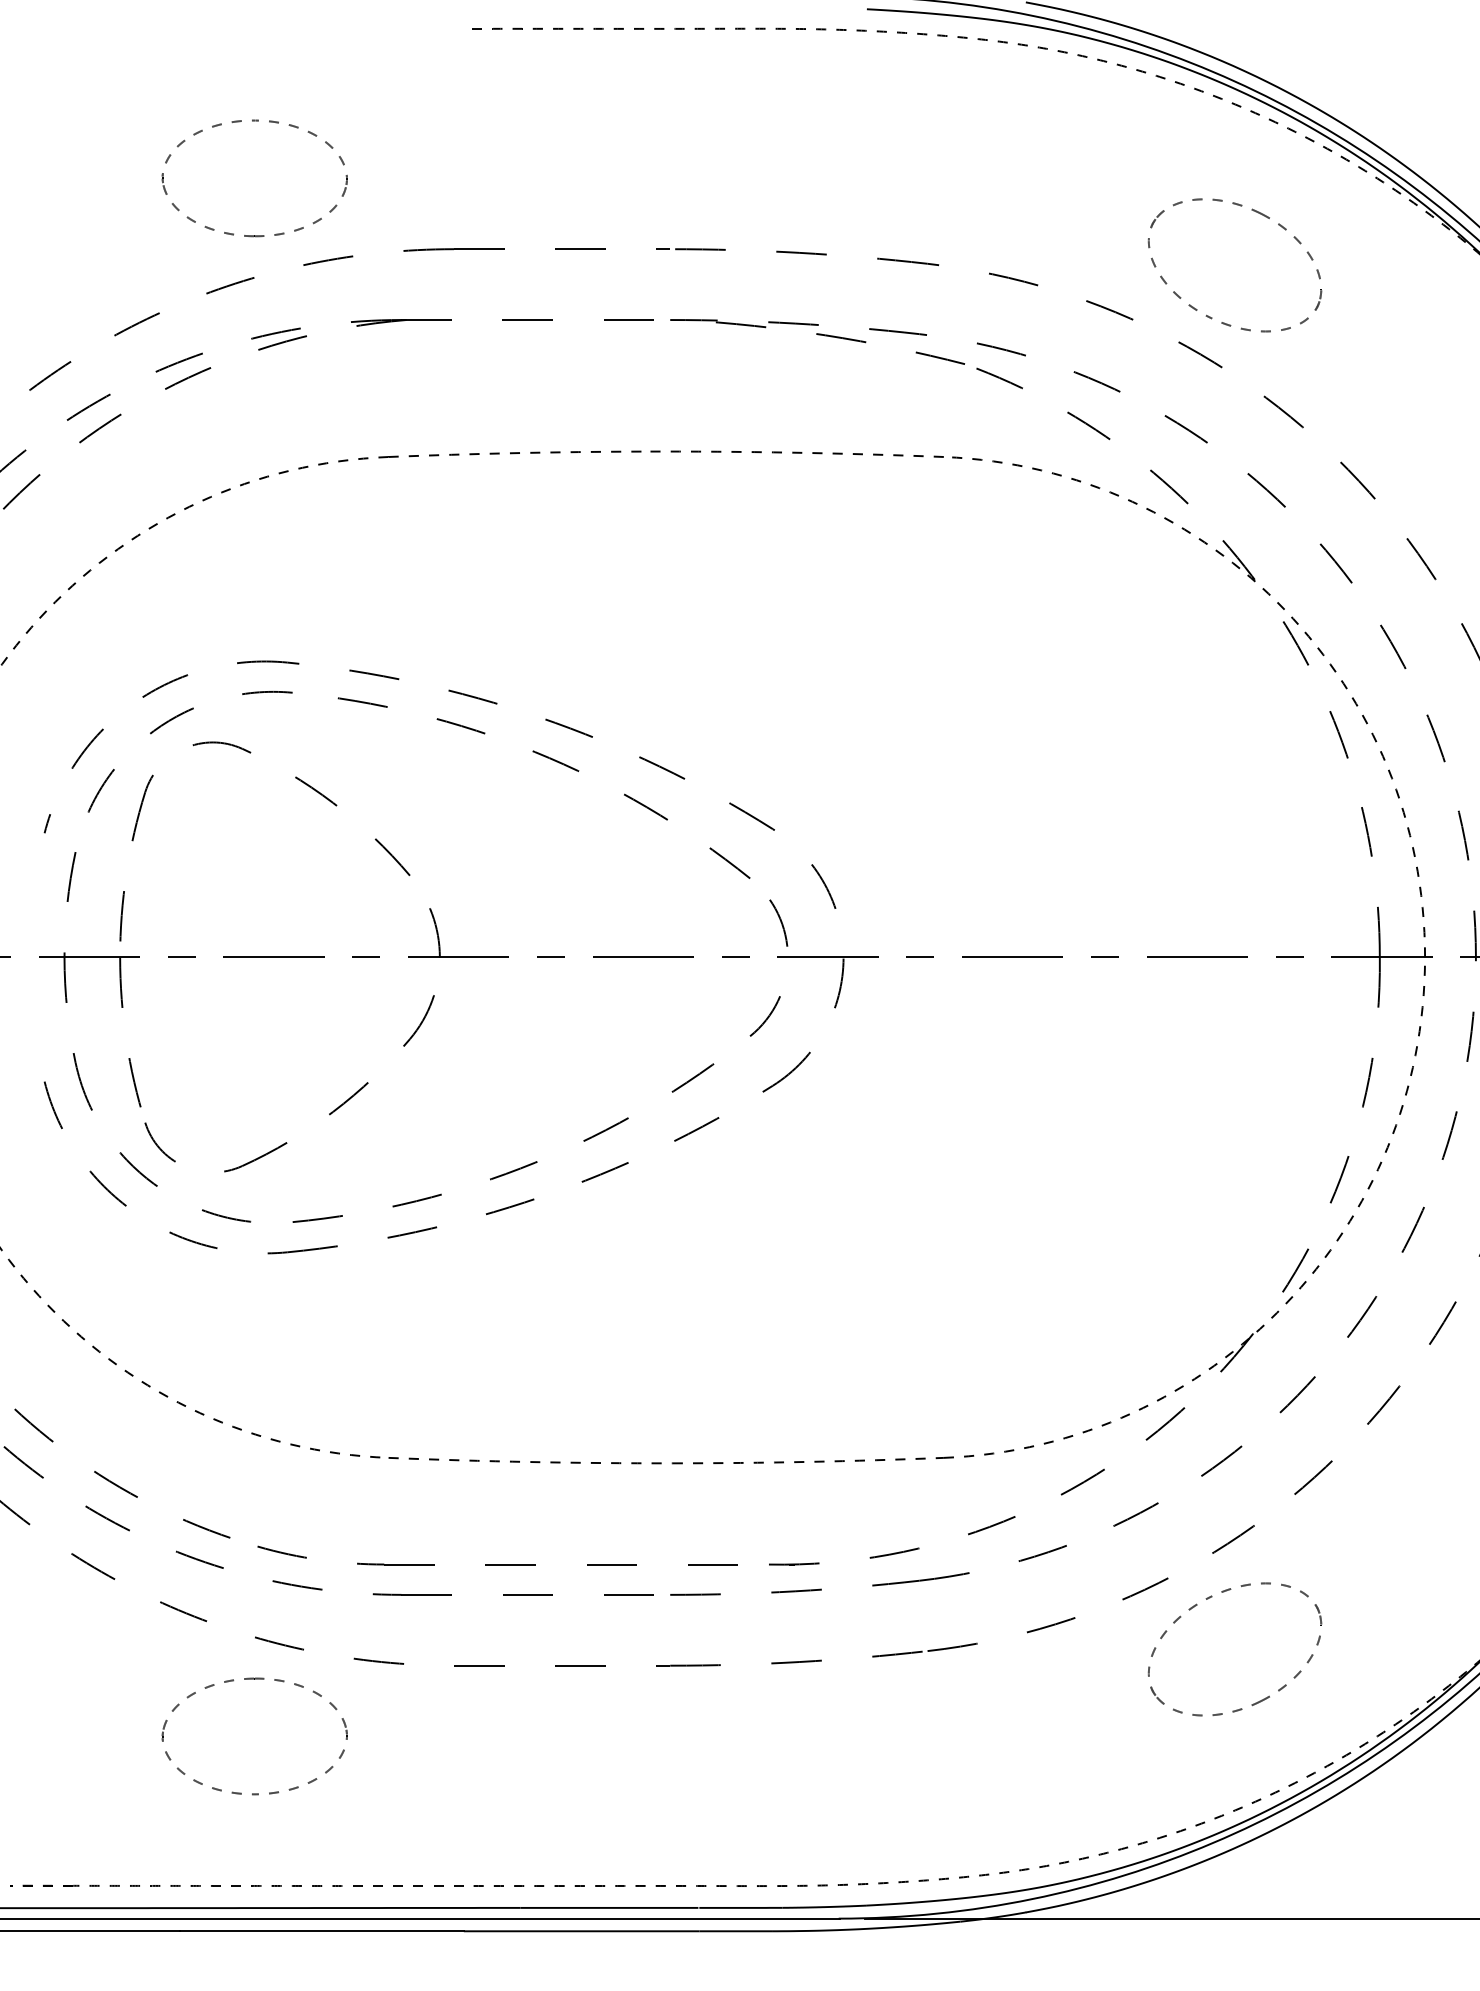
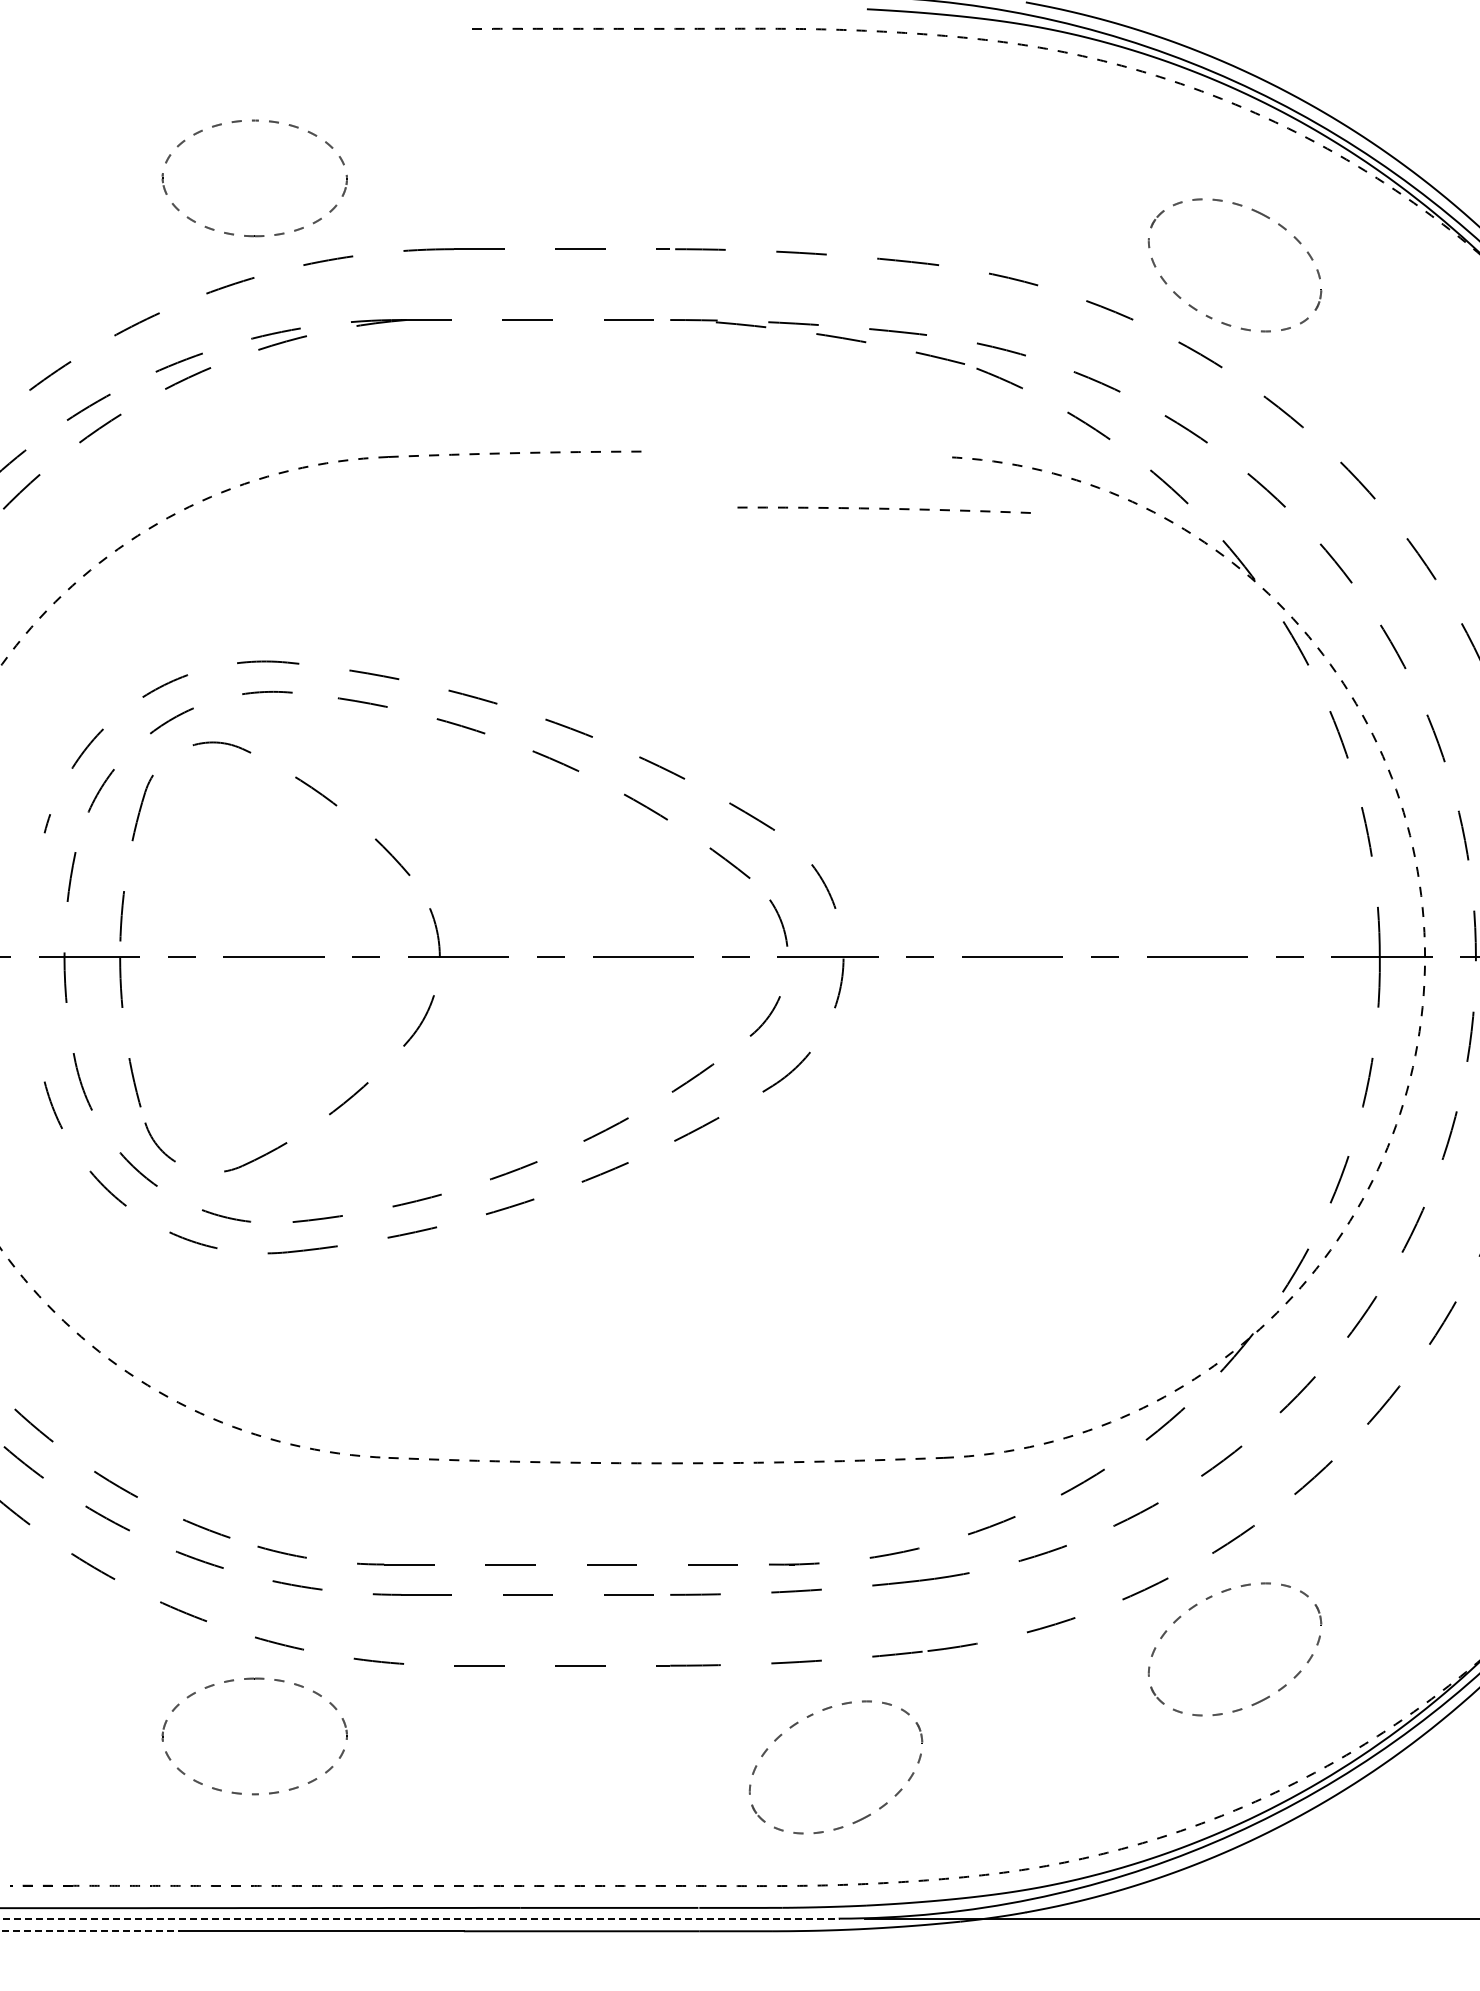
arc at (796, 453) position: (796, 453) -> (883, 509)
part at (809, 1717): none -> present
line at (420, 1918): solid -> dashed
line at (90, 1931): solid -> dashed
